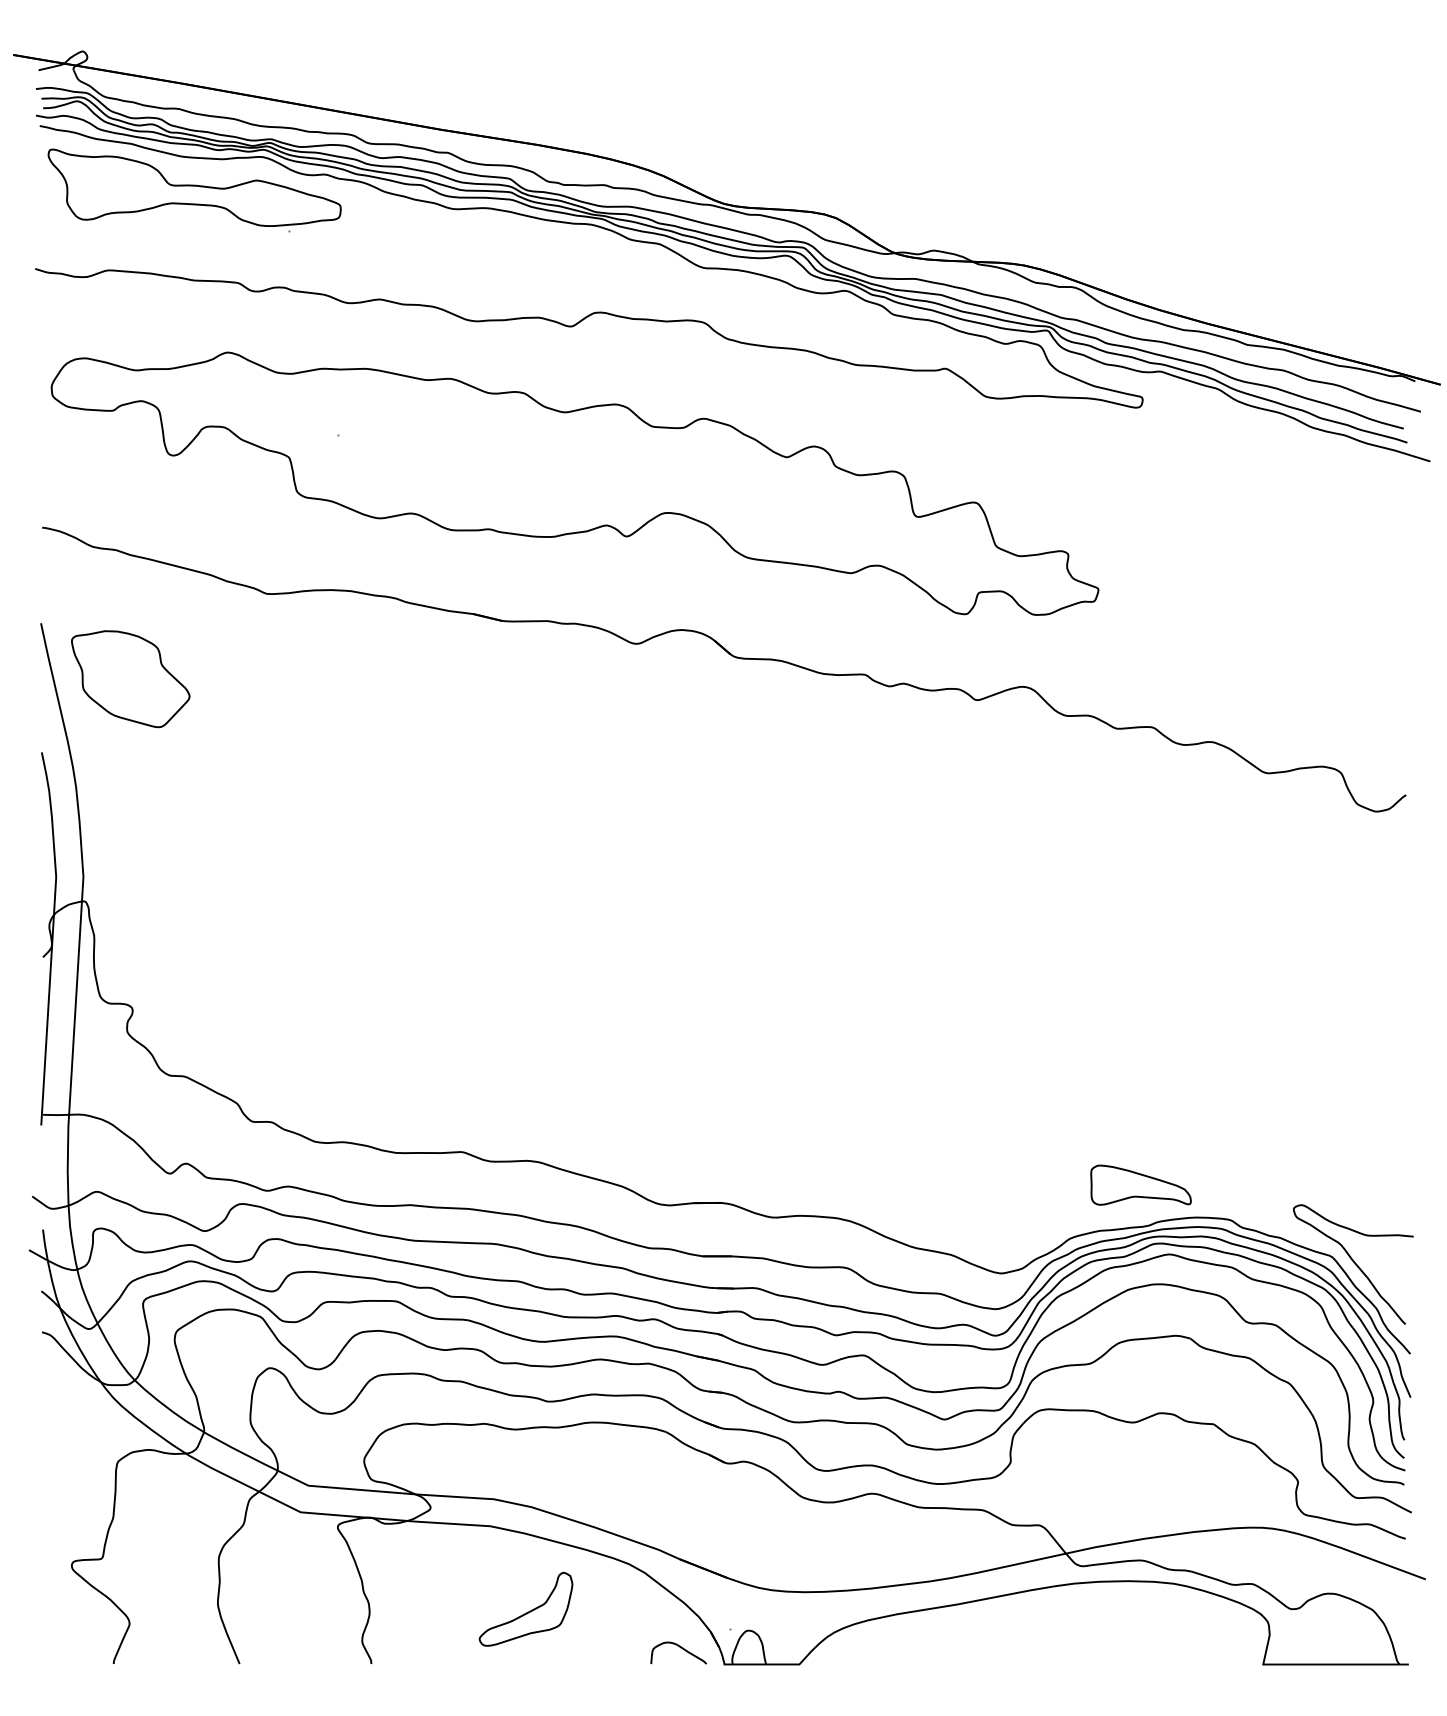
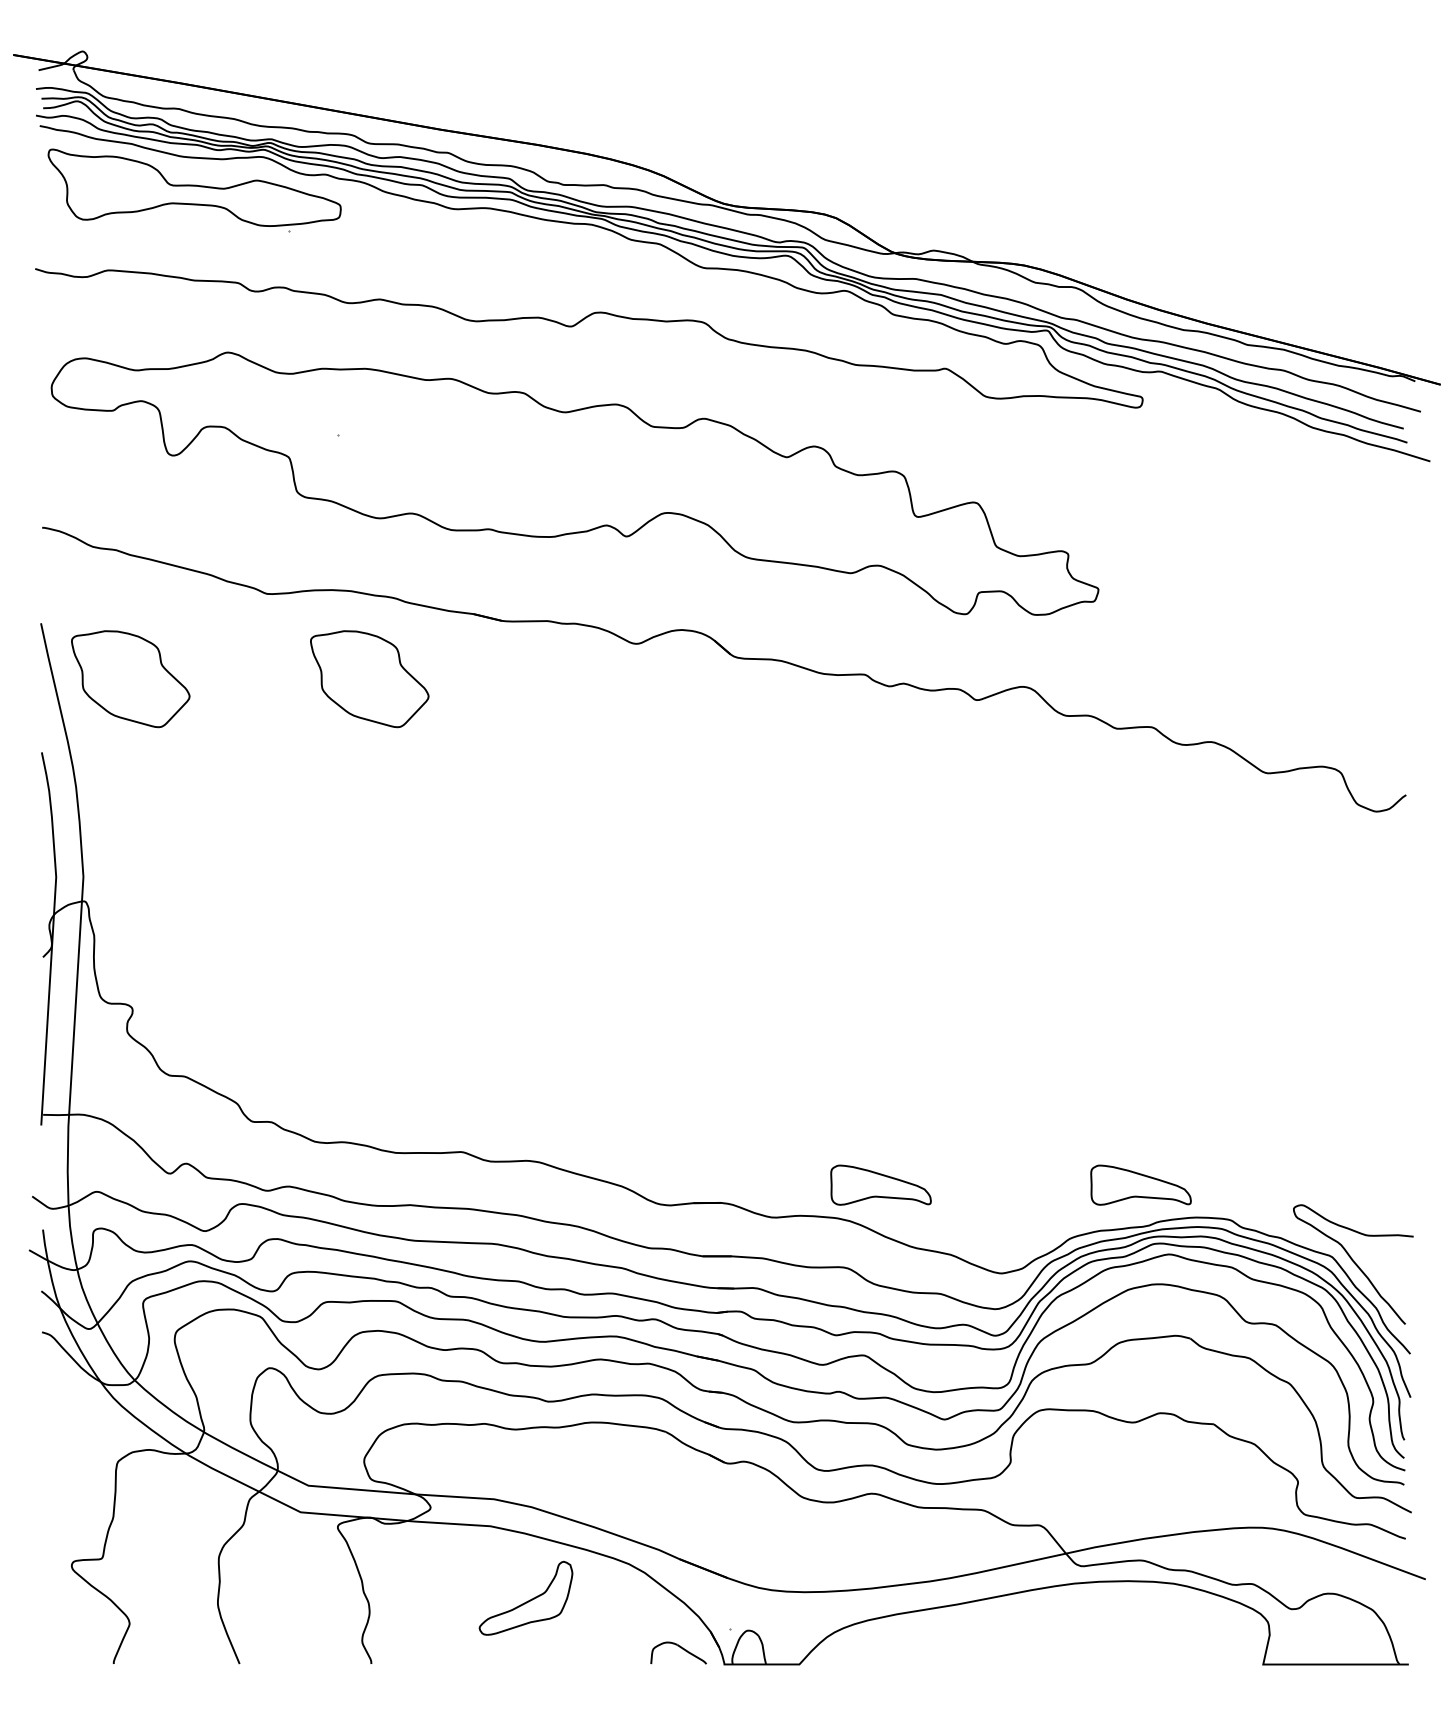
part at (369, 679): none -> present
part at (880, 1184): none -> present
part at (525, 1608) position: (525, 1608) -> (525, 1597)
